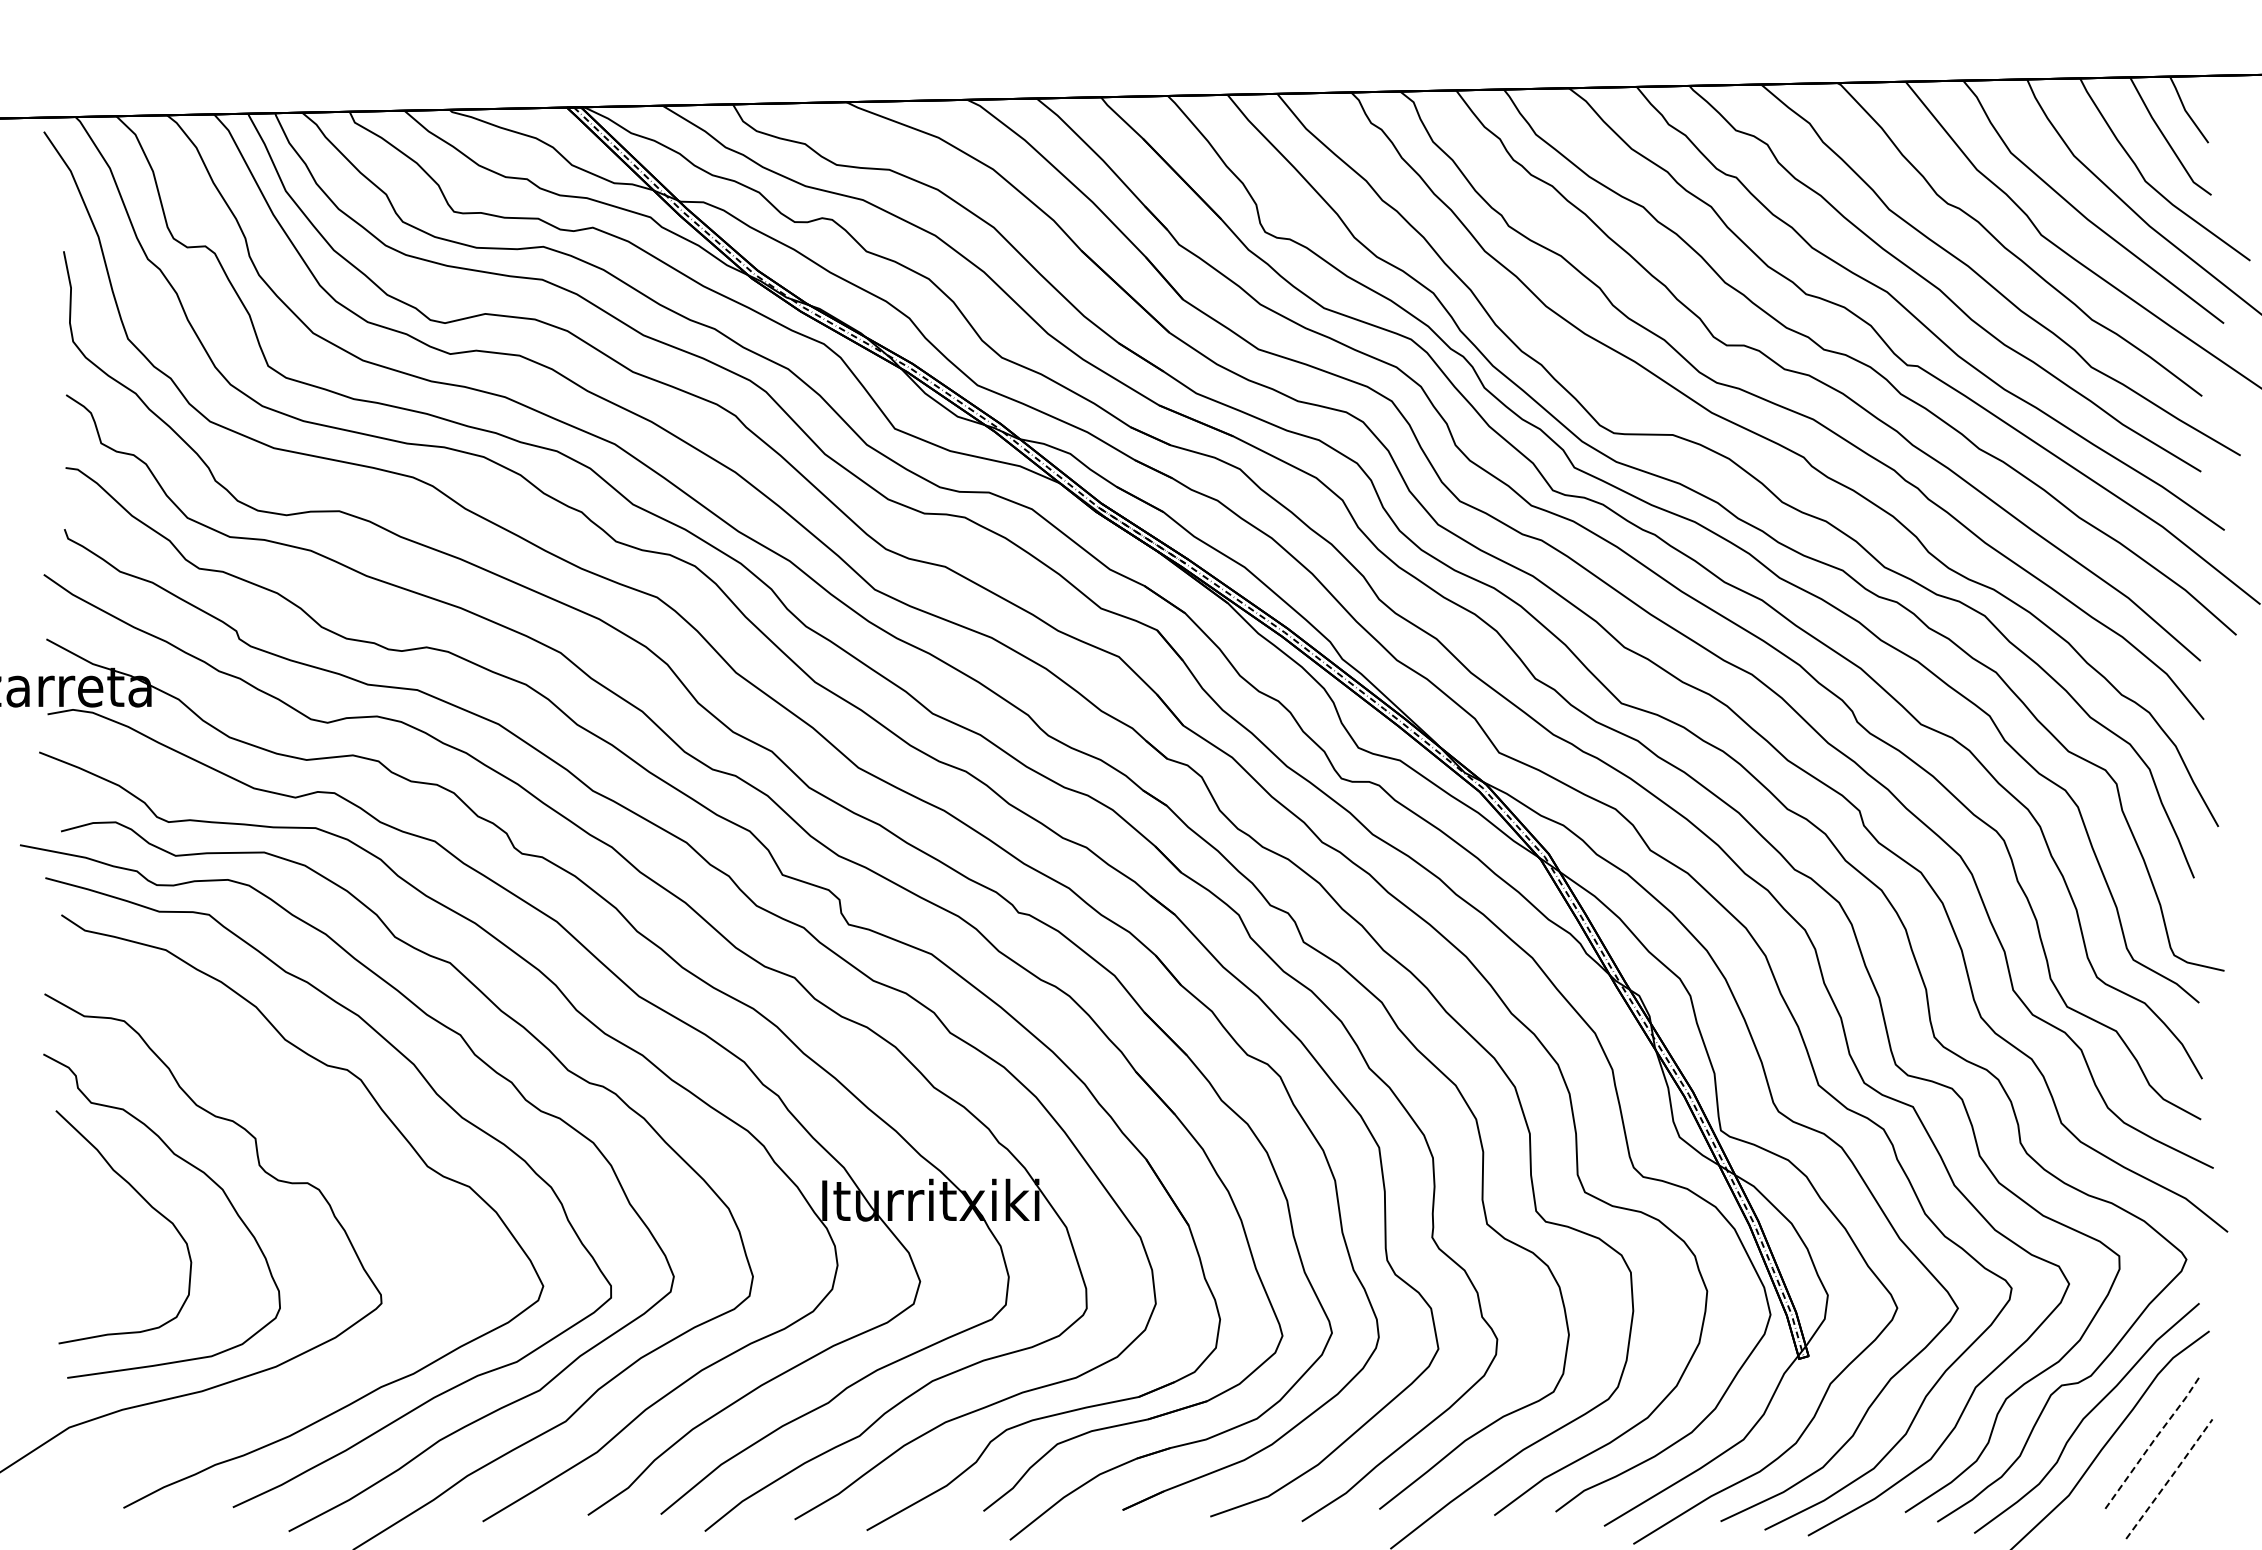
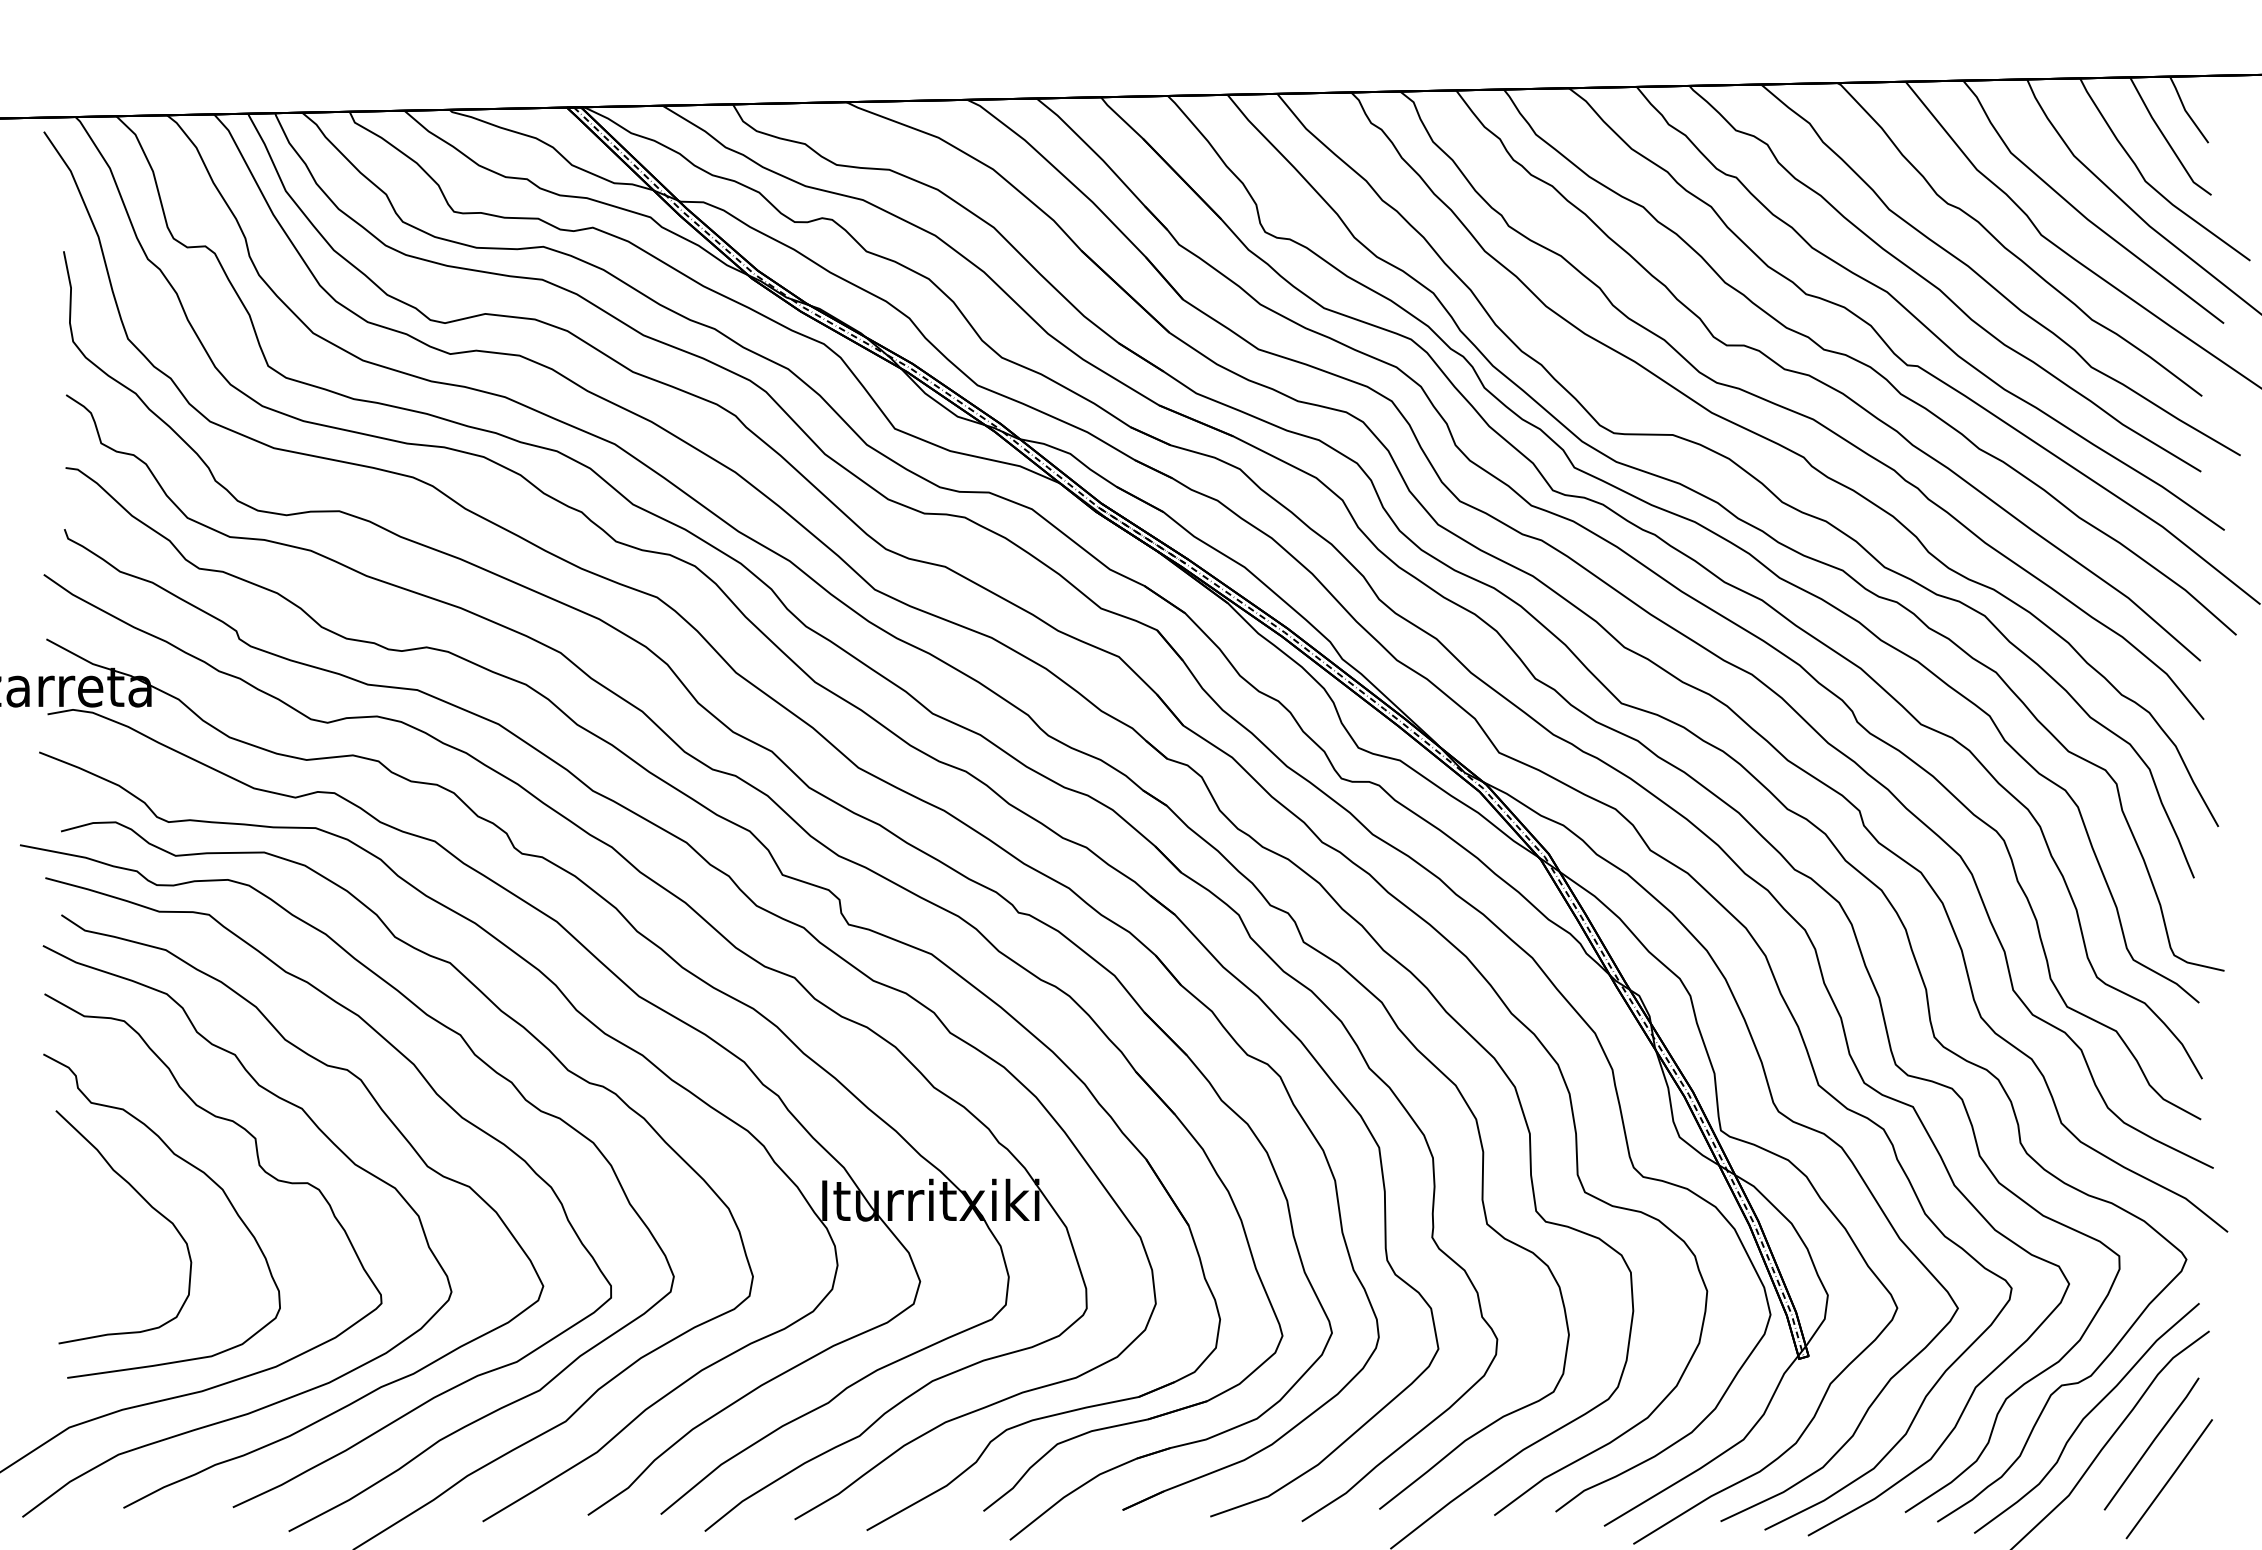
curve at (328, 1139): none -> present
line at (2152, 1443): dashed -> solid
line at (2169, 1478): dashed -> solid
